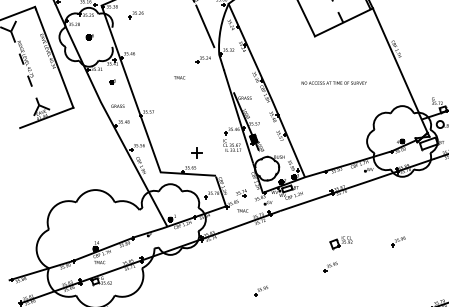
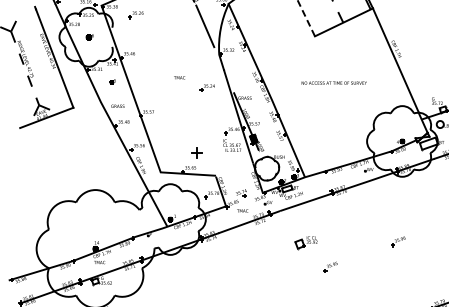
line at (18, 12): present -> none
line at (306, 18): solid -> dashed
part at (202, 59) position: (202, 59) -> (206, 87)
part at (340, 243) position: (340, 243) -> (305, 243)
part at (261, 290): present -> none
